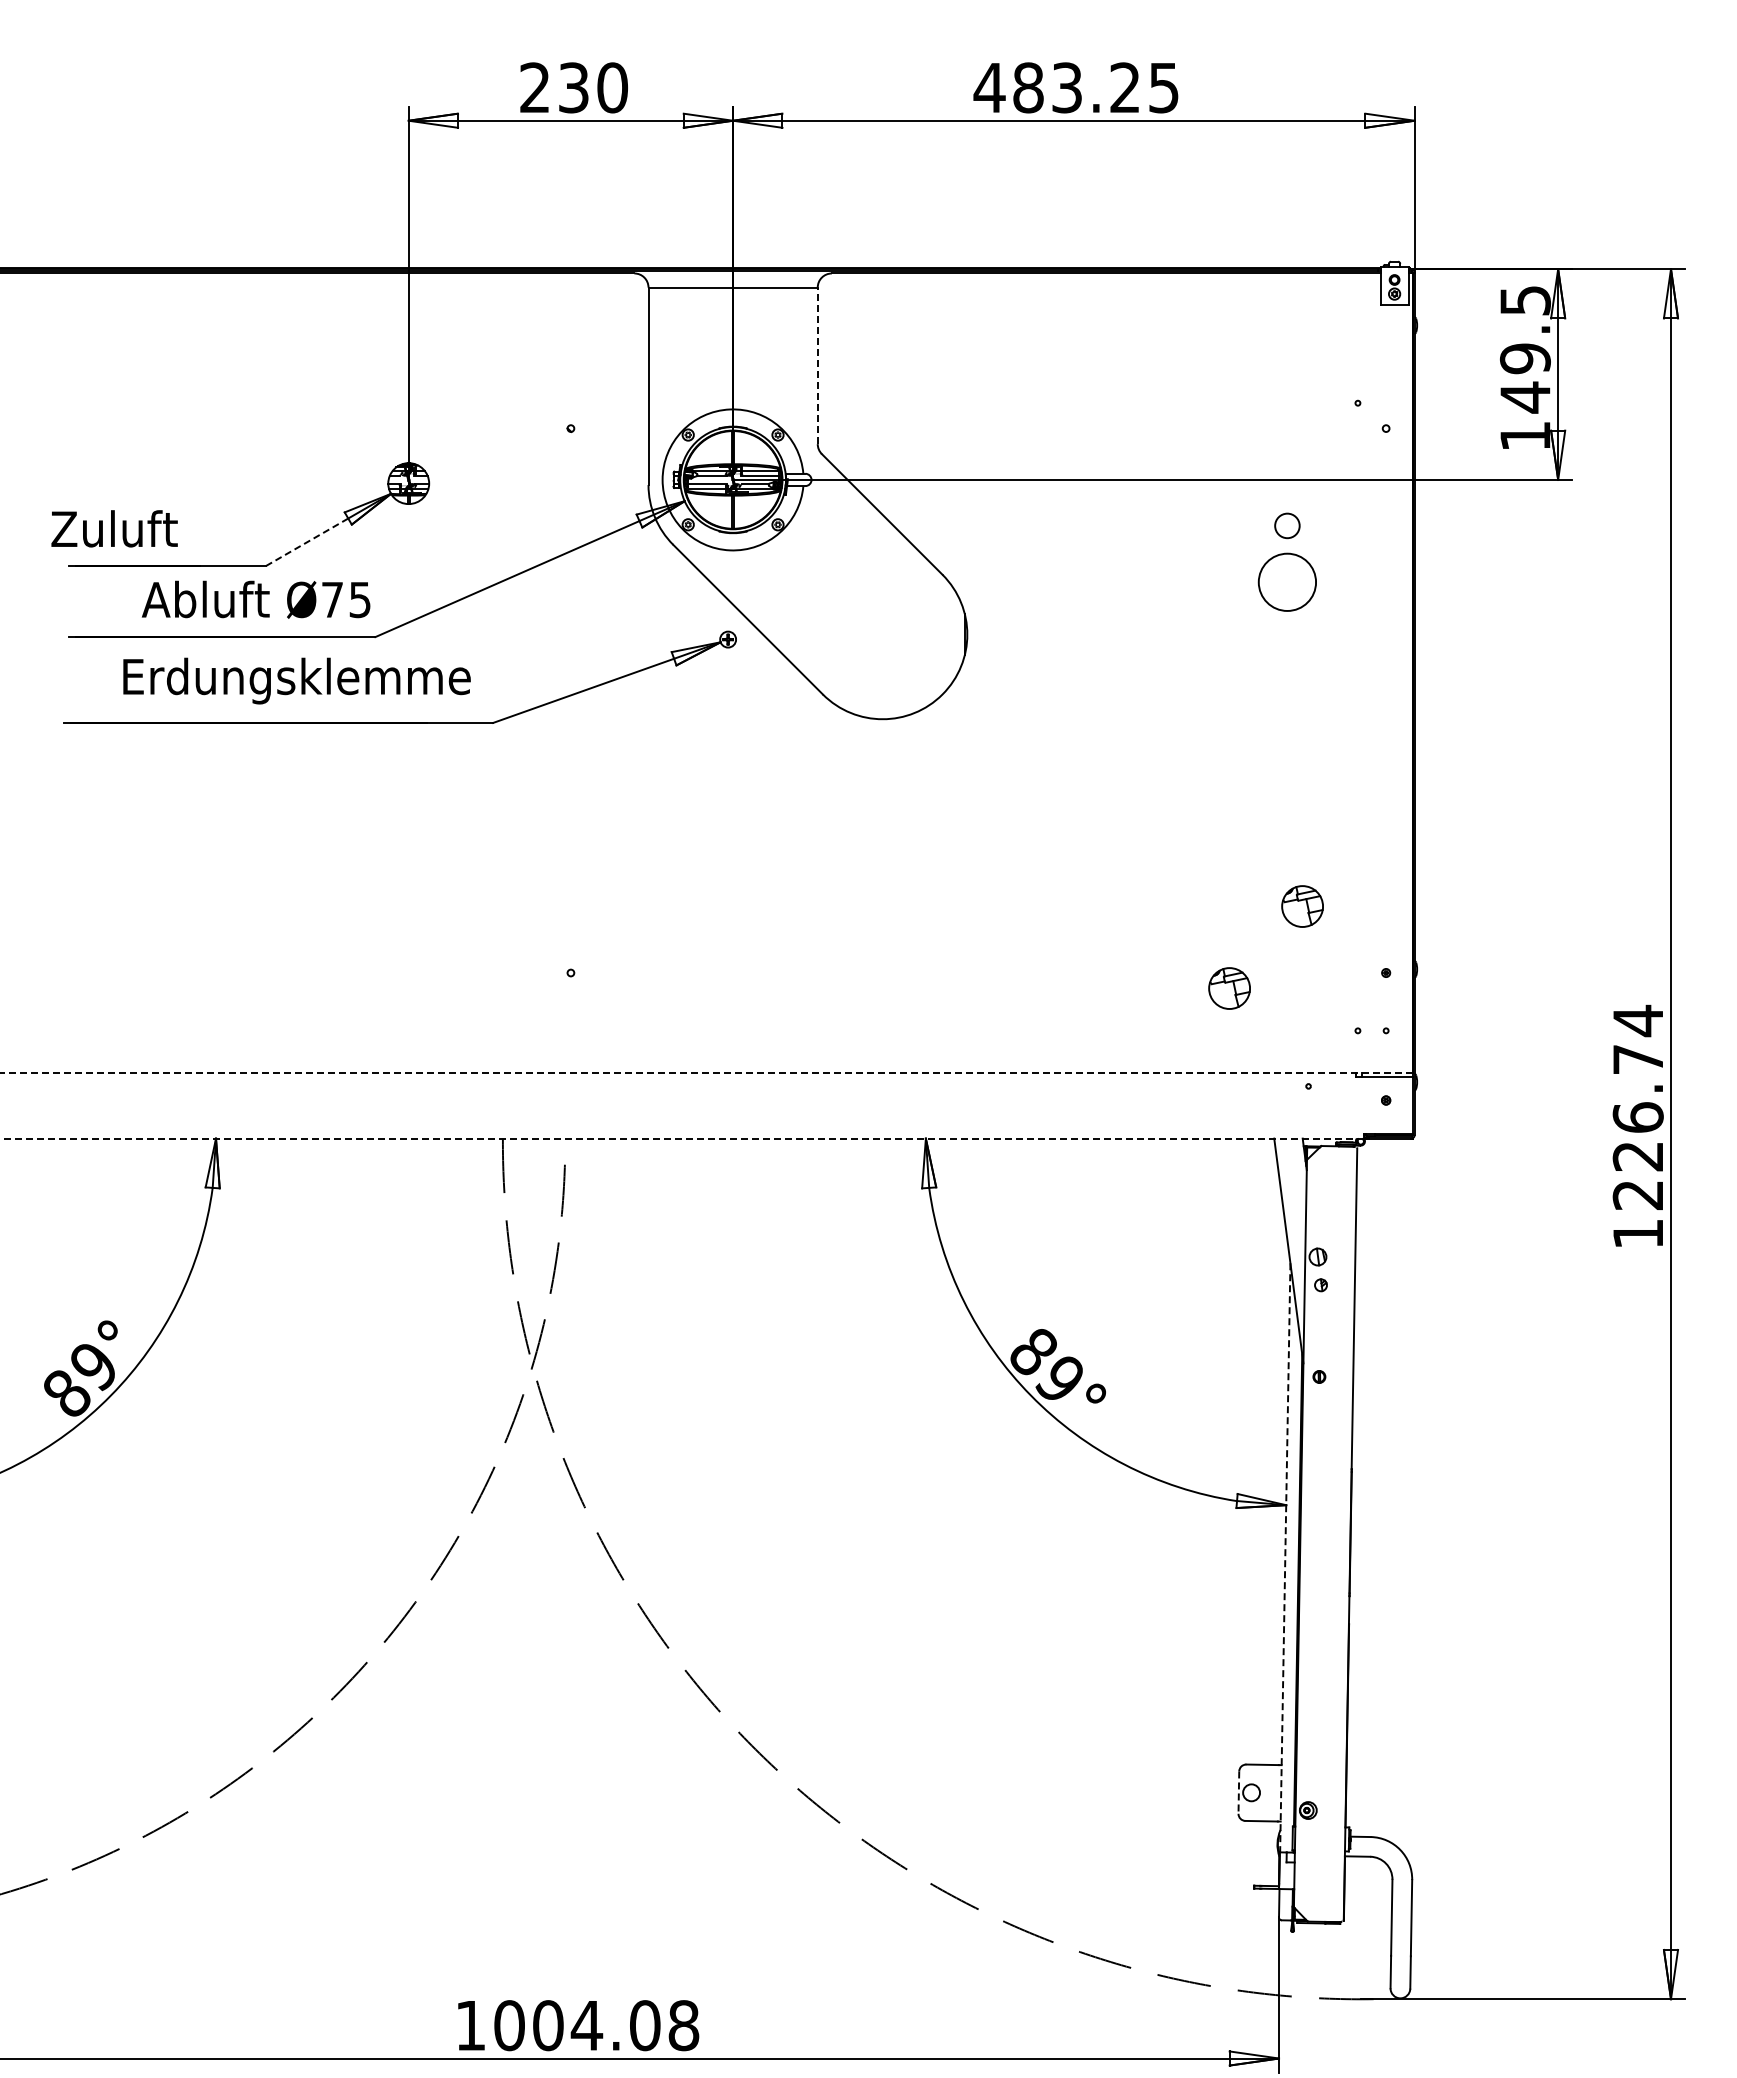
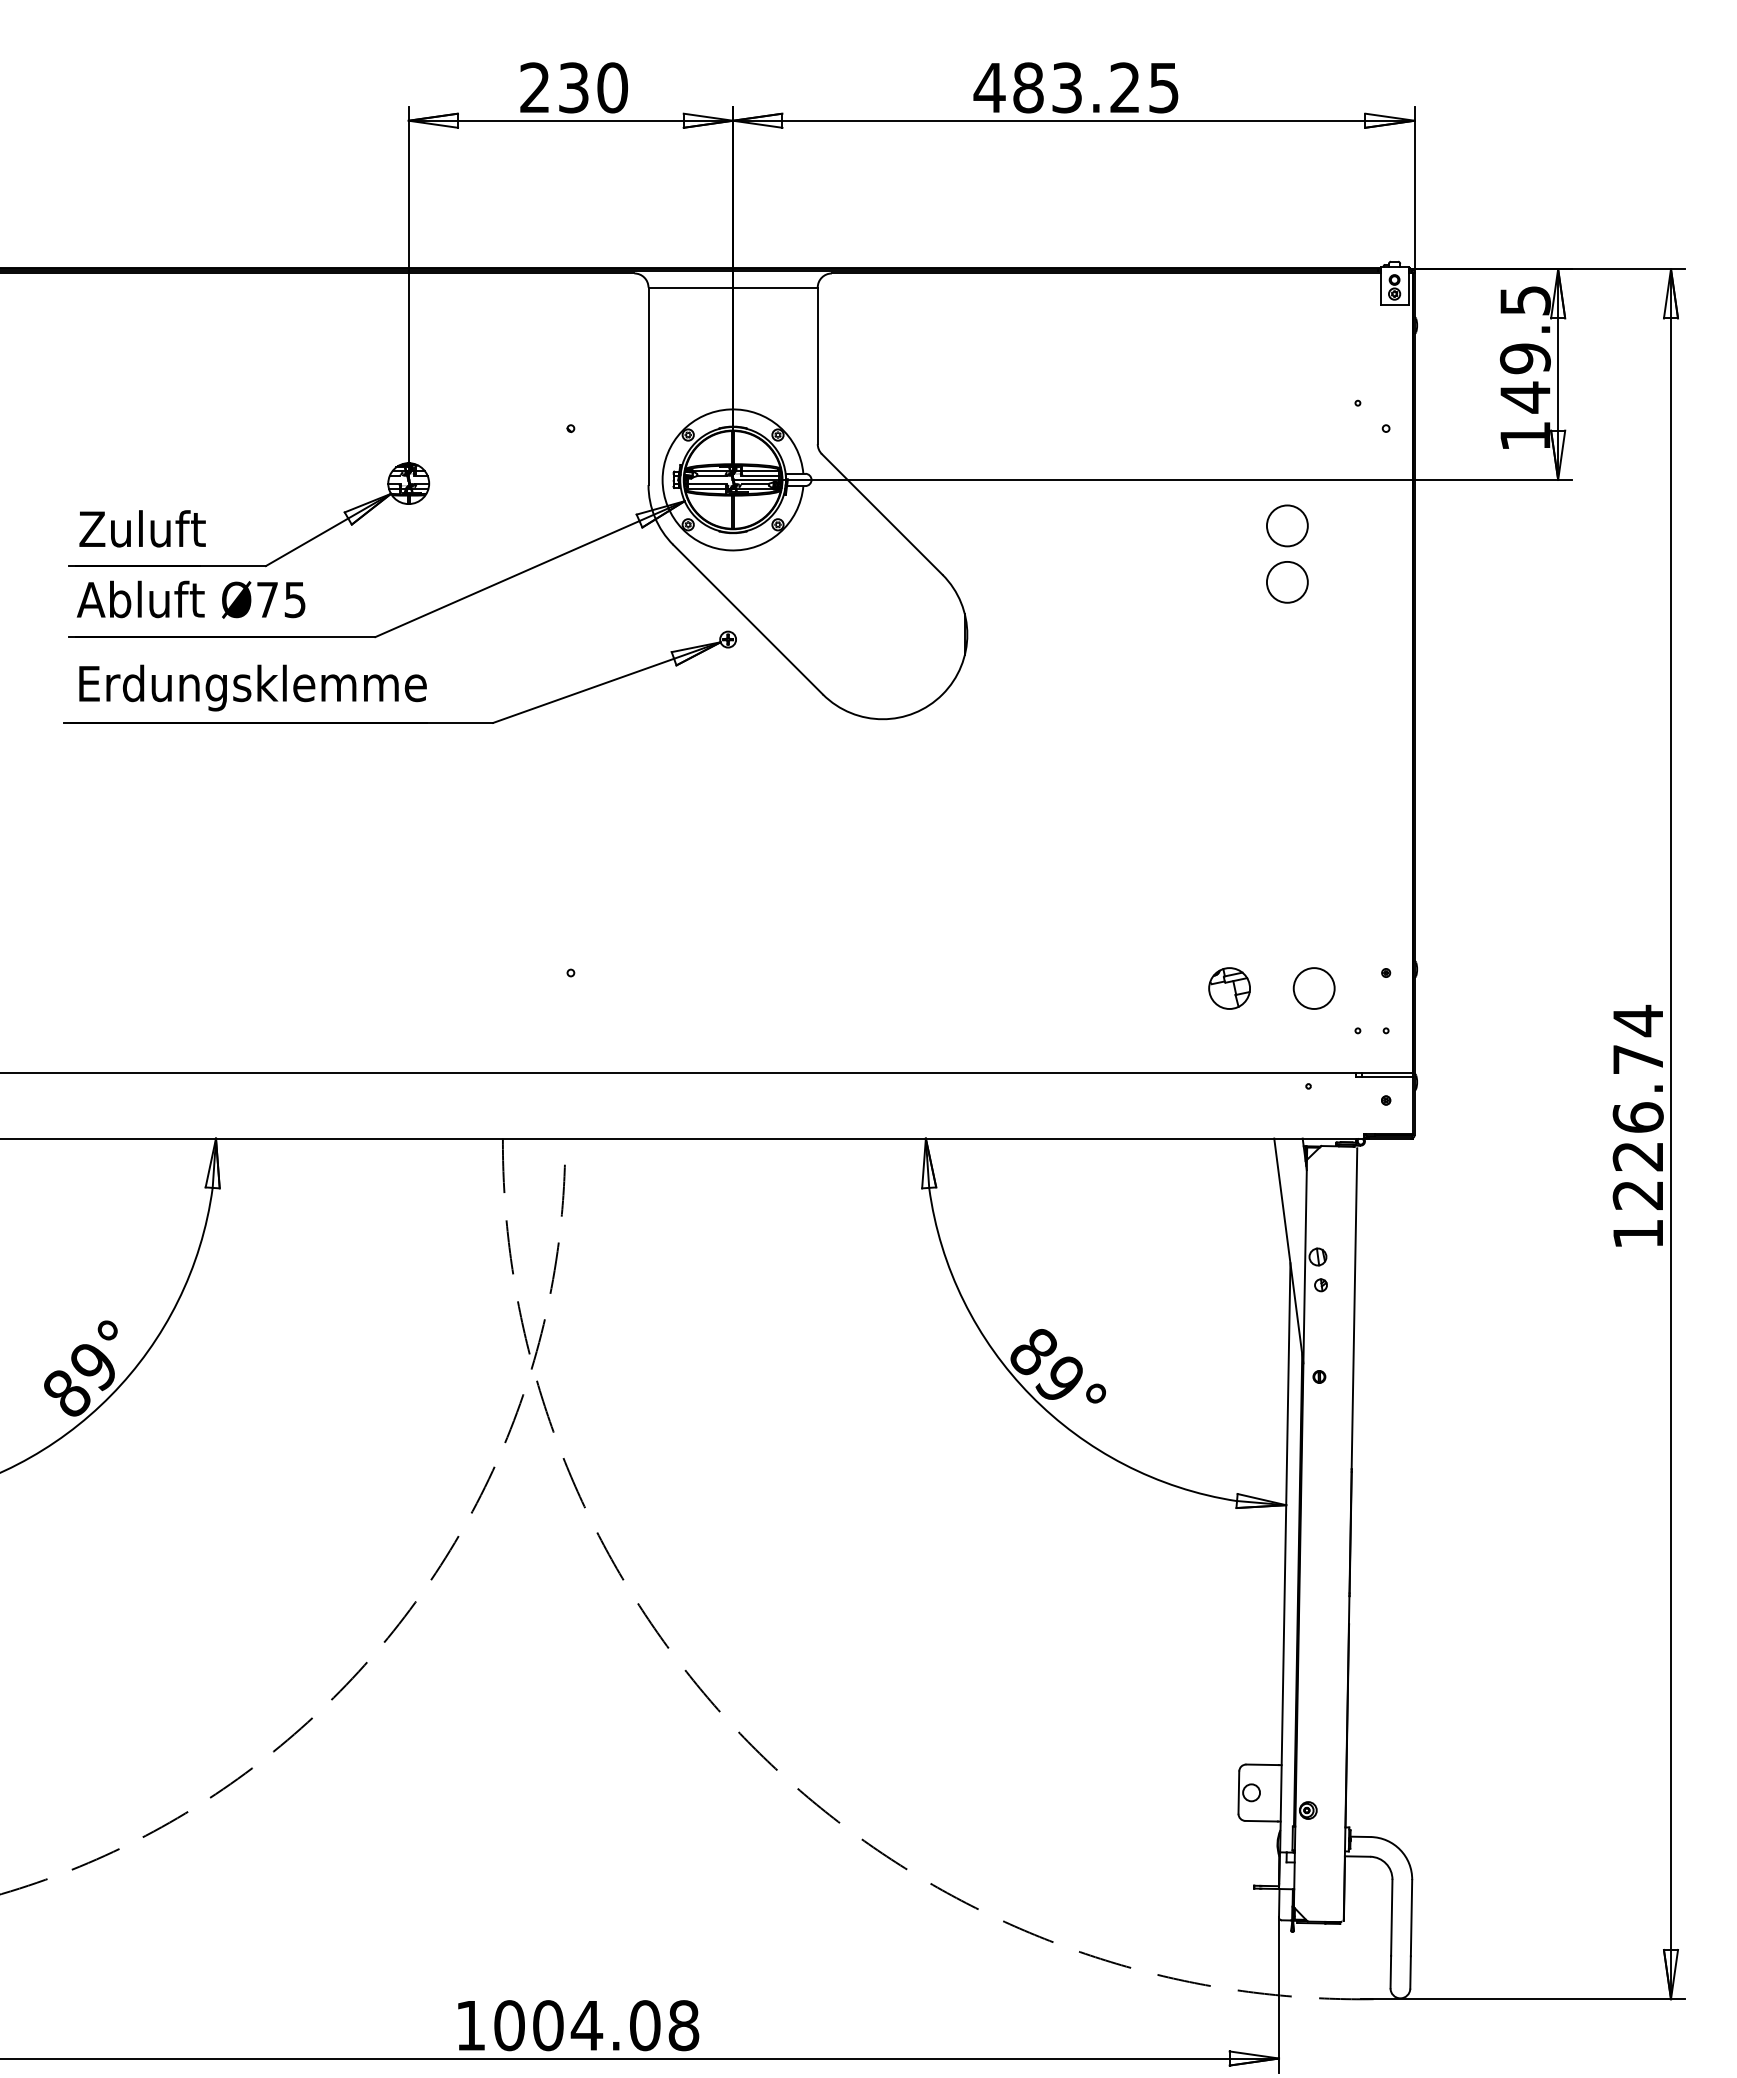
line at (817, 365): dashed -> solid
circle at (1287, 525) diameter: 25 px -> 41 px
text at (114, 528) position: (114, 528) -> (142, 528)
line at (307, 542): dashed -> solid
circle at (1287, 581) diameter: 57 px -> 41 px
text at (255, 599) position: (255, 599) -> (190, 599)
text at (296, 680) position: (296, 680) -> (252, 687)
part at (1302, 906): present -> none
circle at (1313, 988): none -> present
line at (706, 1073): dashed -> solid
line at (682, 1138): dashed -> solid
line at (1285, 1557): dashed -> solid
line at (1238, 1793): dashed -> solid
